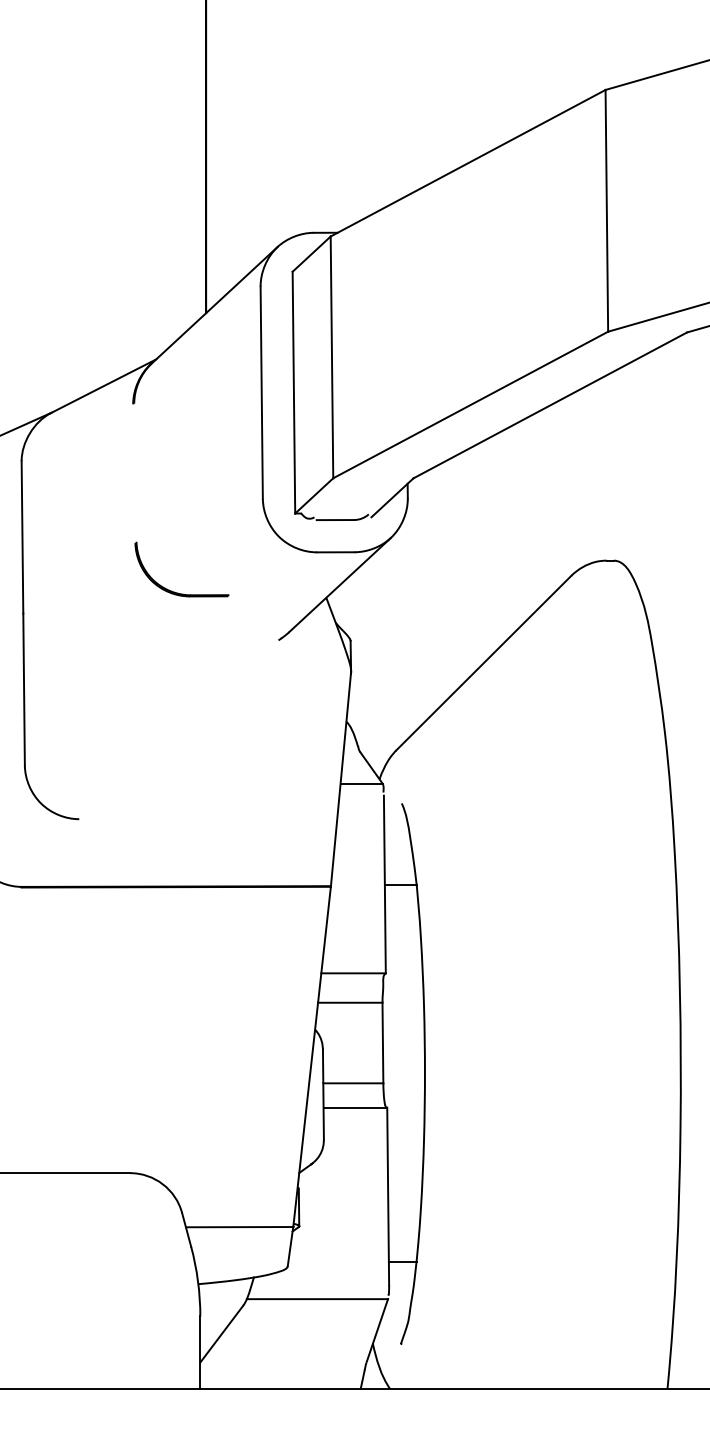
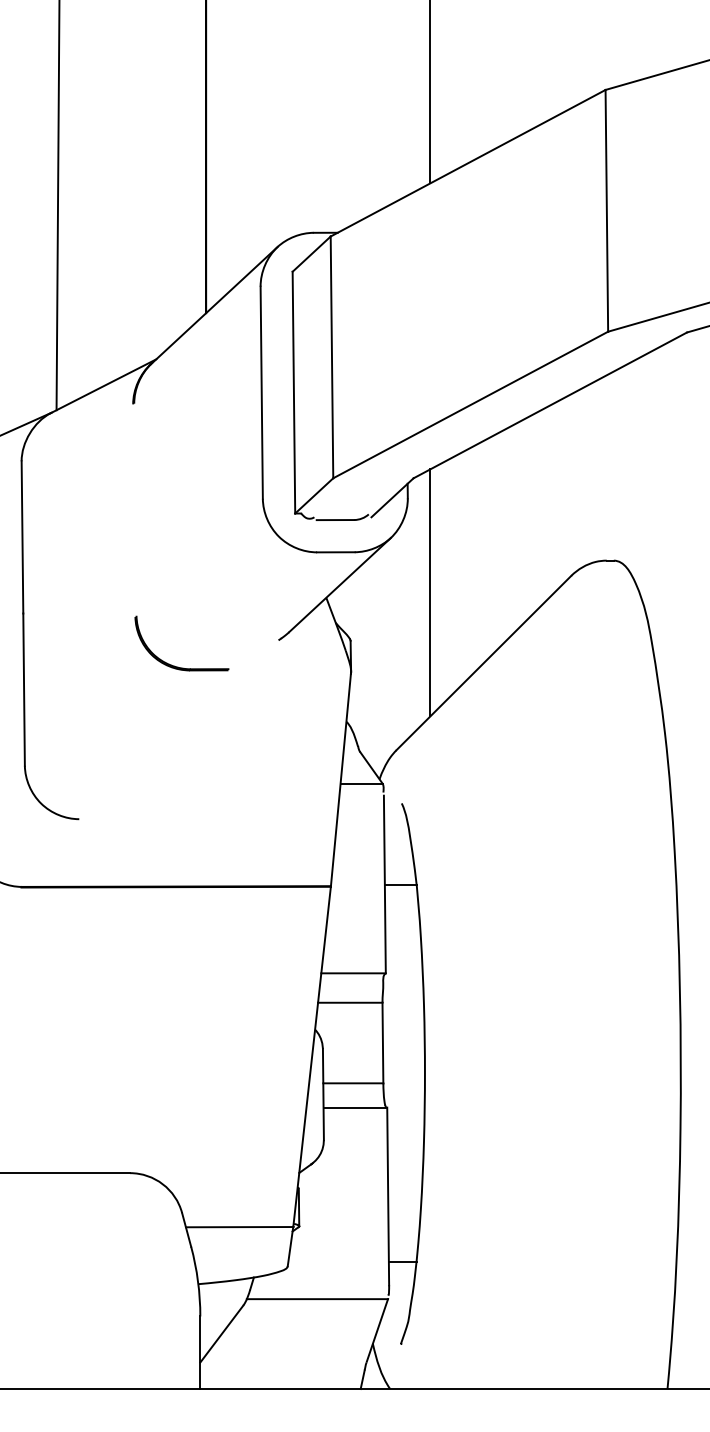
line at (430, 92): none -> present
line at (57, 206): none -> present
part at (174, 591) position: (174, 591) -> (174, 665)
line at (430, 592): none -> present
